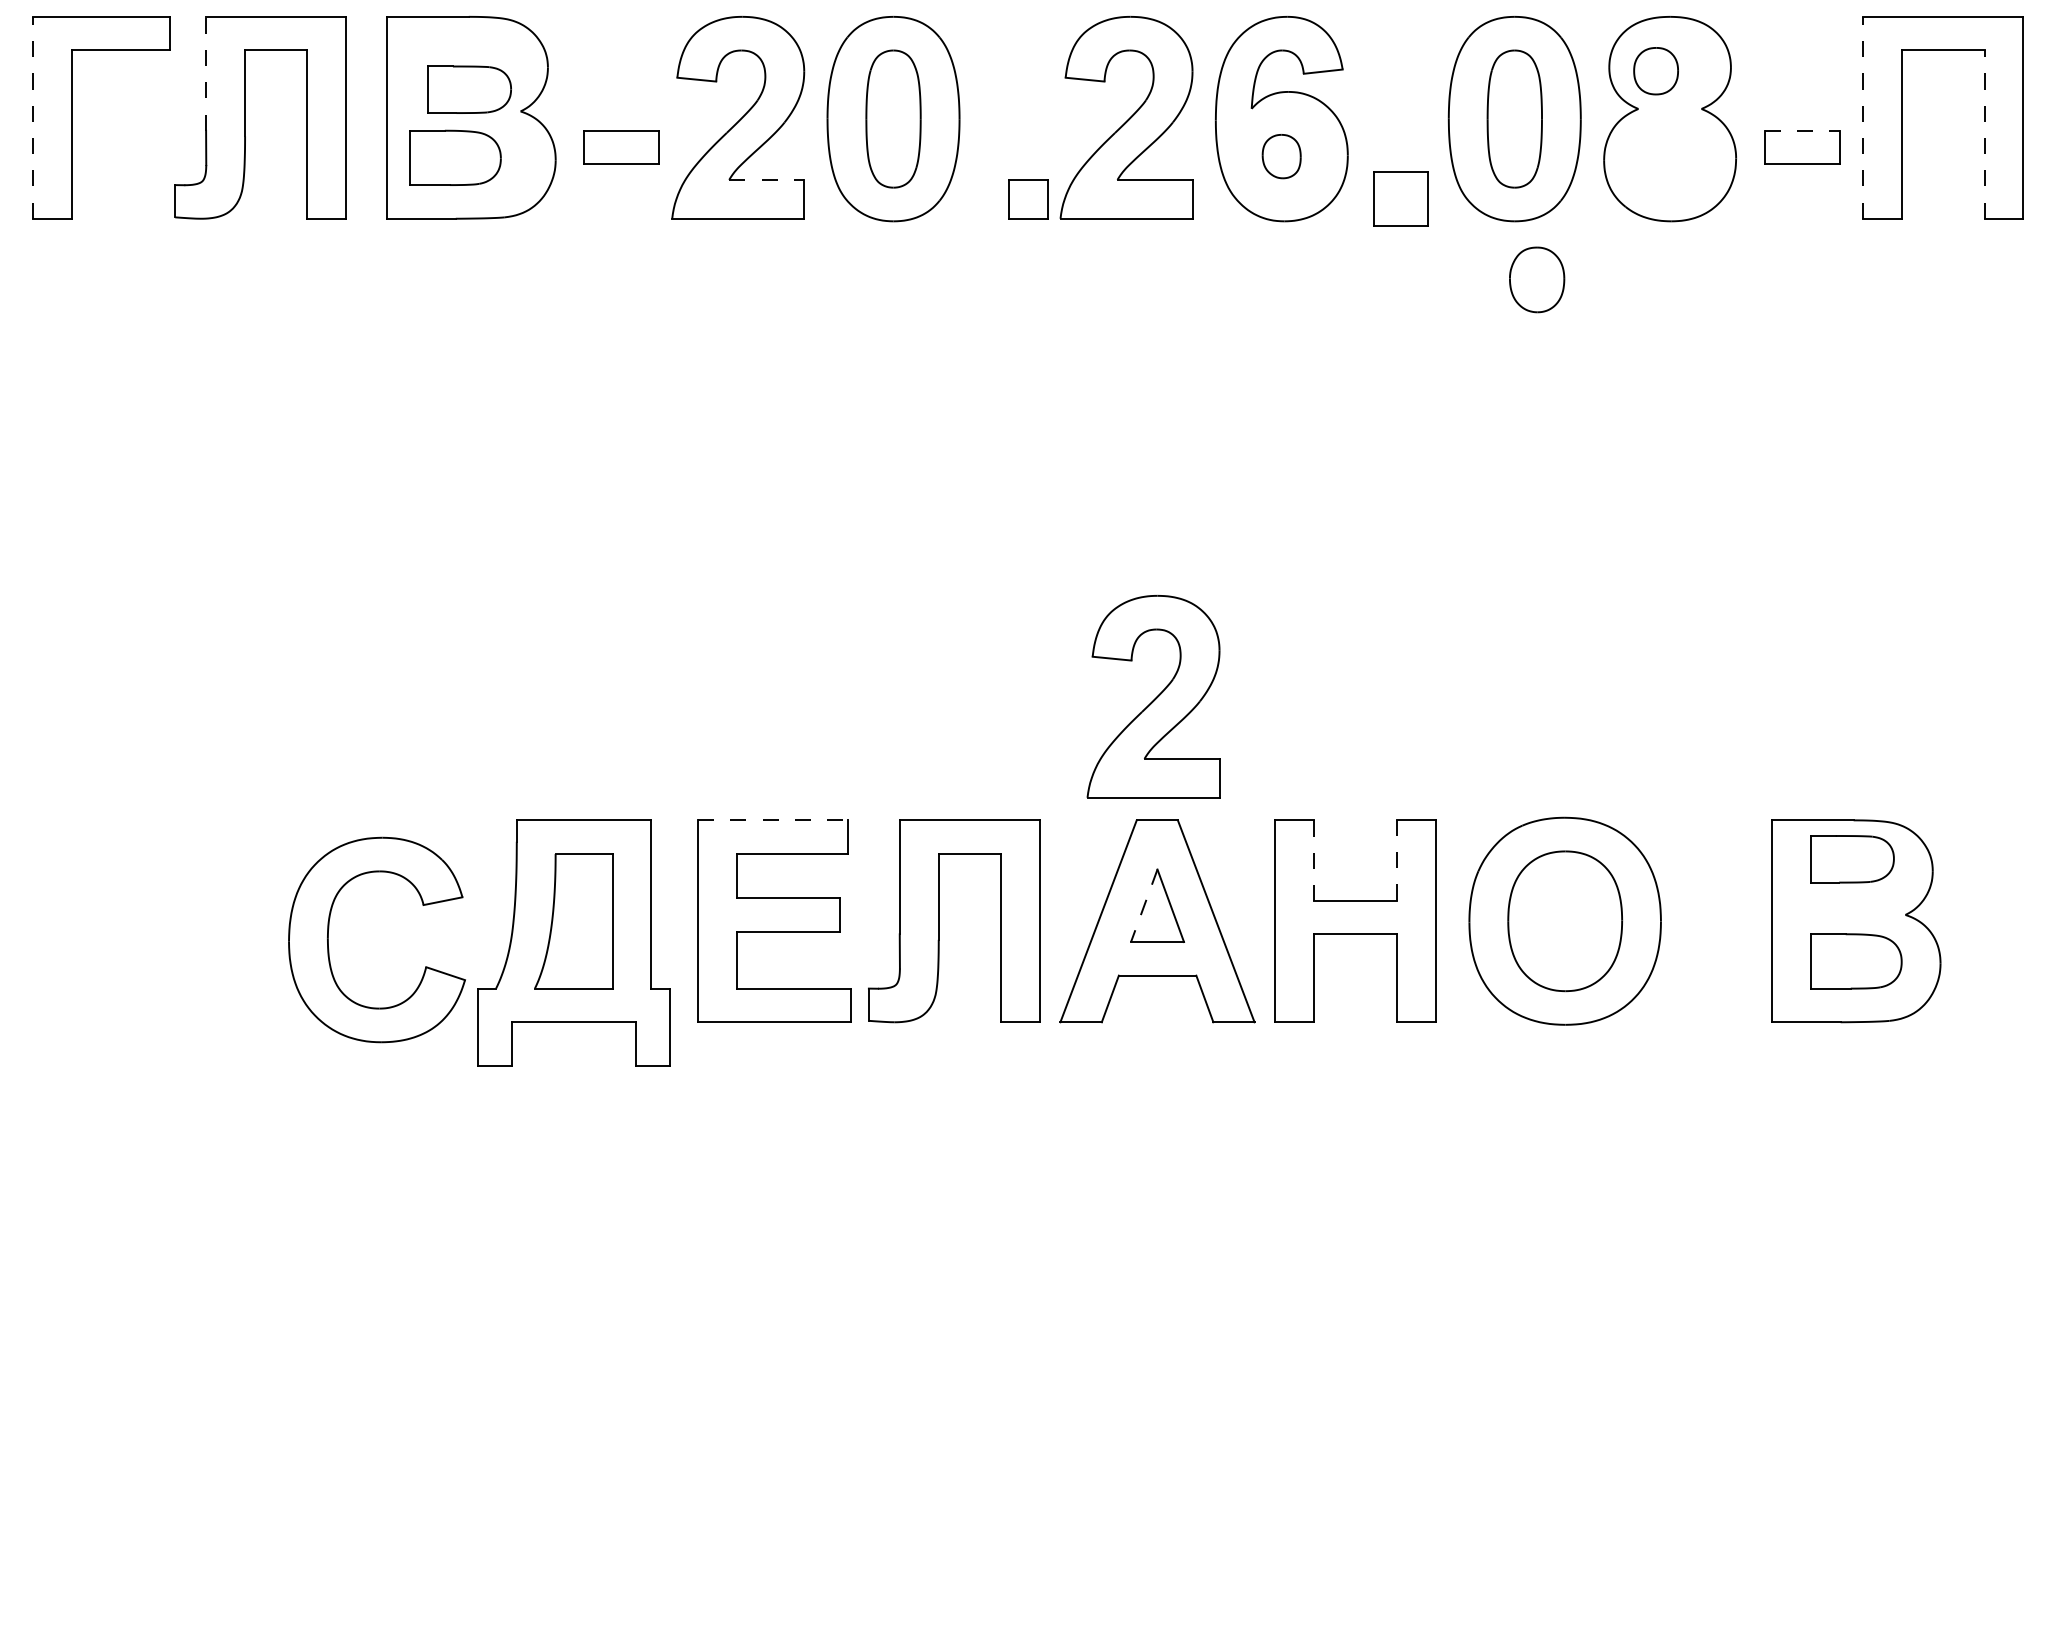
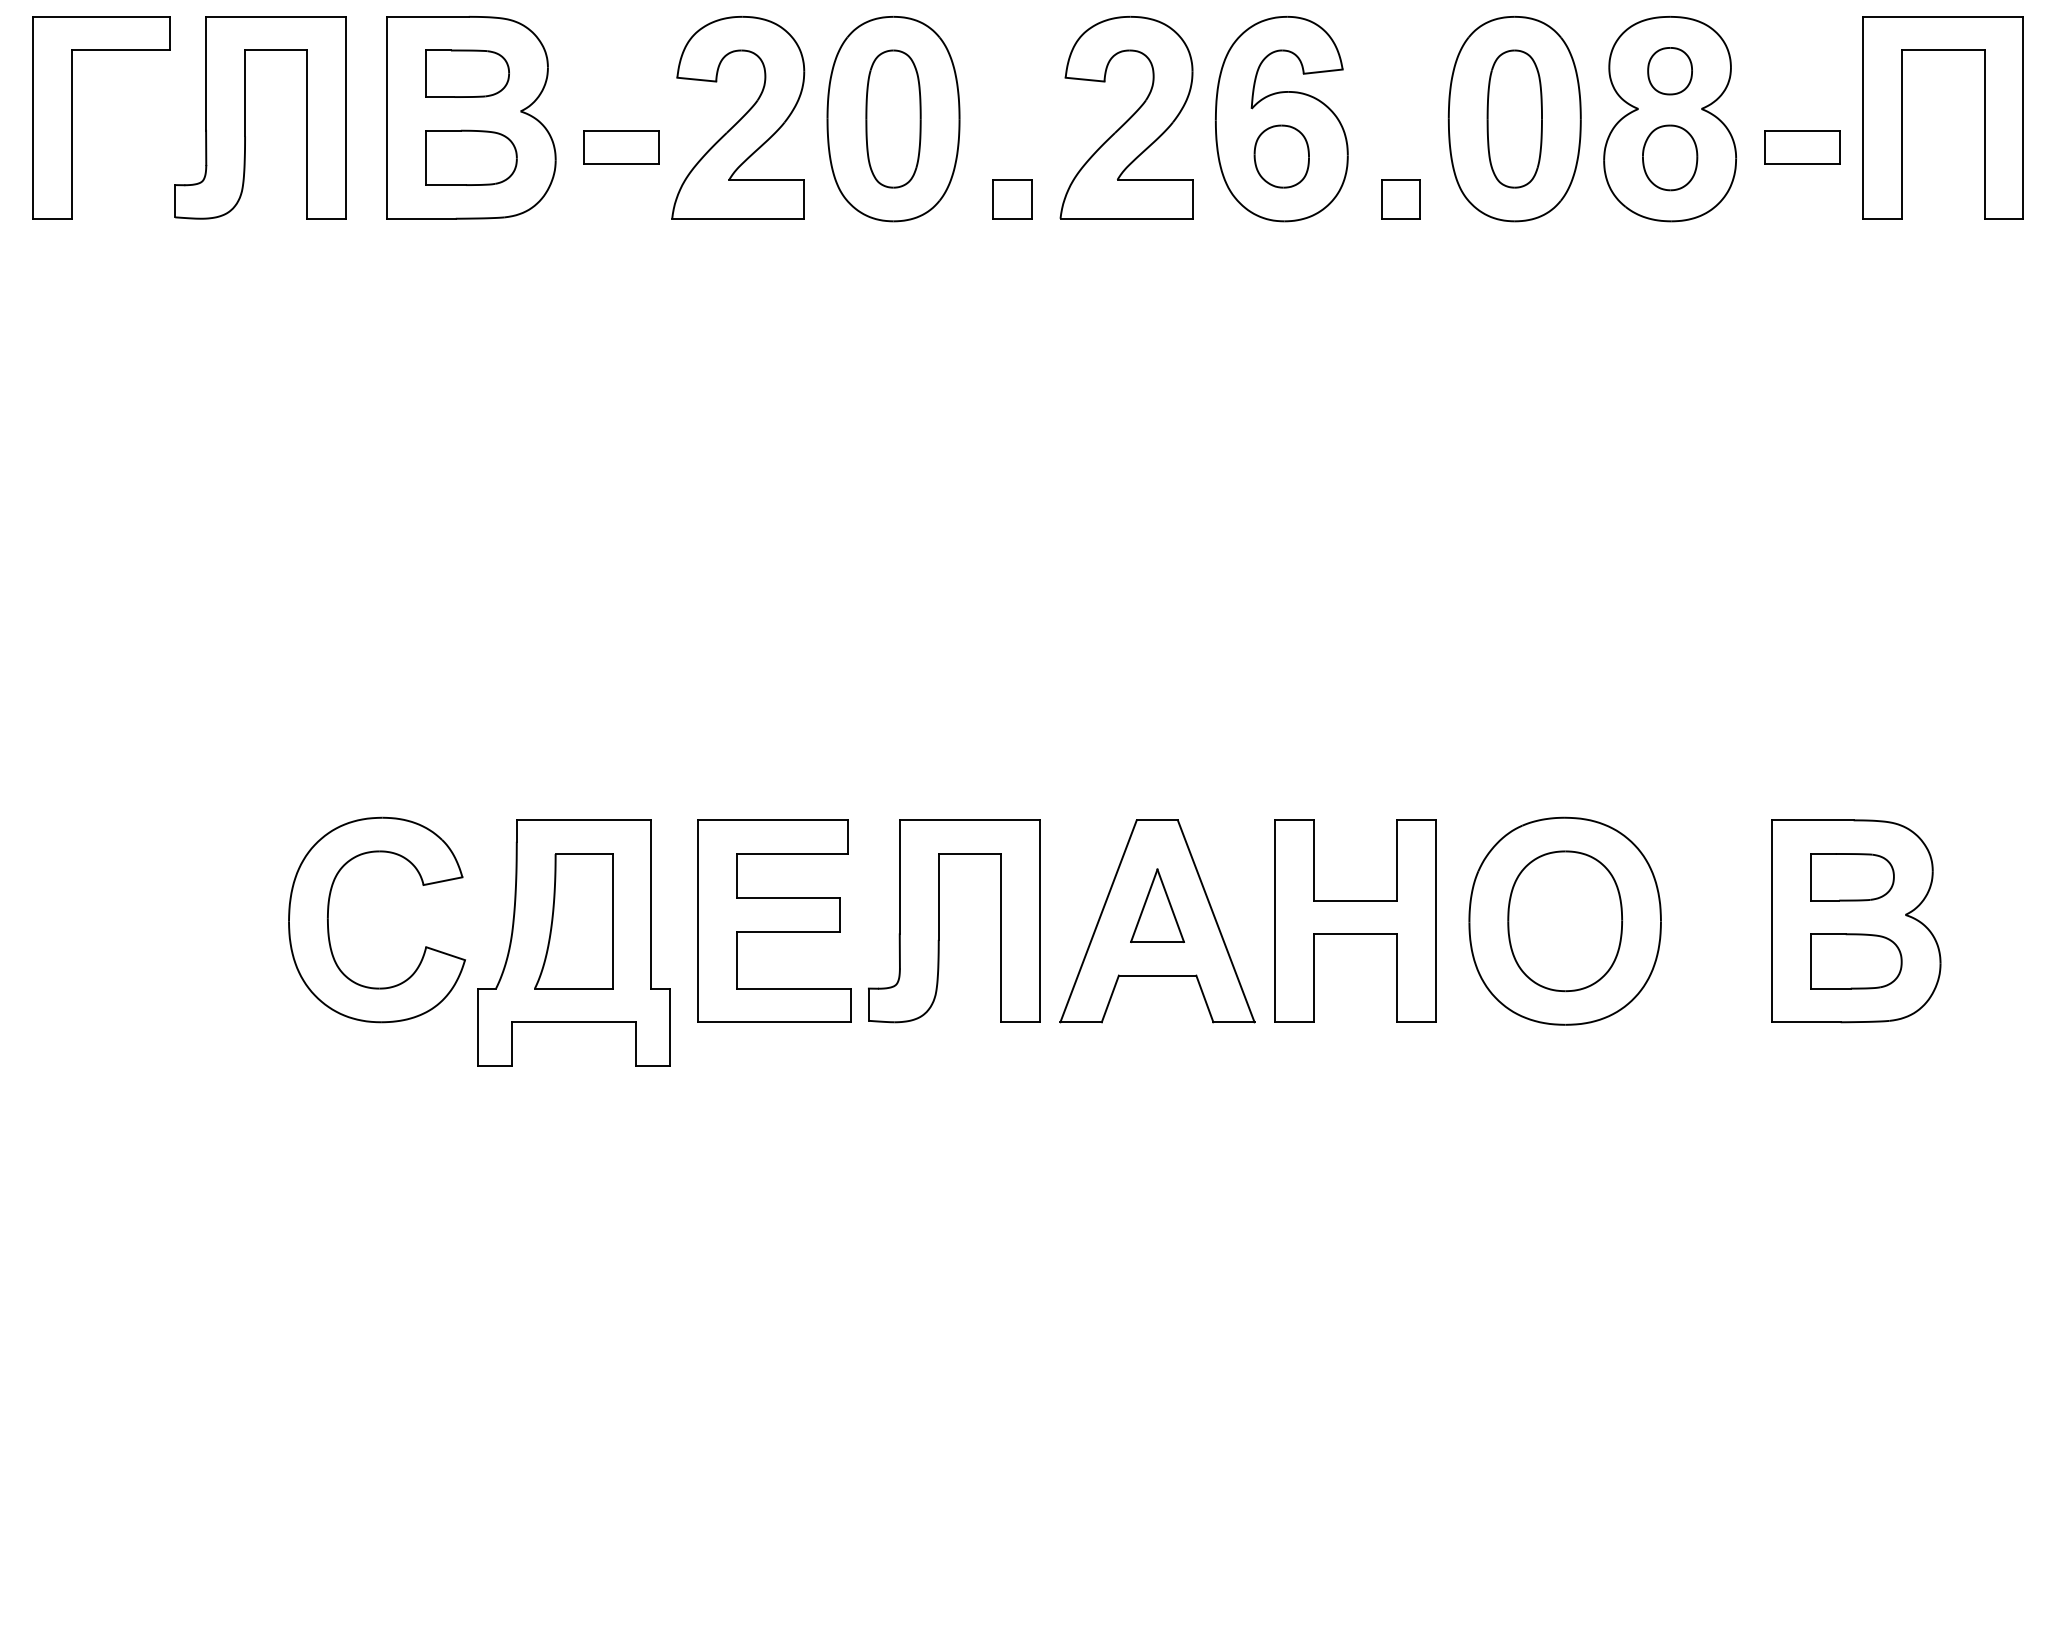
part at (1655, 71) position: (1655, 71) -> (1669, 71)
line at (206, 73): dashed -> solid
part at (469, 89) position: (469, 89) -> (467, 73)
line at (32, 117): dashed -> solid
line at (1862, 117): dashed -> solid
line at (1802, 130): dashed -> solid
line at (1984, 134): dashed -> solid
part at (1281, 156) size: 41x46 px -> 57x65 px
part at (455, 157) position: (455, 157) -> (471, 157)
line at (766, 179): dashed -> solid
part at (1400, 198) size: 56x56 px -> 40x41 px
part at (1028, 199) position: (1028, 199) -> (1012, 199)
part at (1537, 279) position: (1537, 279) -> (1670, 157)
part at (1153, 696): present -> none
line at (773, 820): dashed -> solid
line at (1396, 859): dashed -> solid
part at (1852, 859) position: (1852, 859) -> (1852, 877)
line at (1314, 860): dashed -> solid
line at (1144, 905): dashed -> solid
part at (328, 939) position: (328, 939) -> (328, 919)
